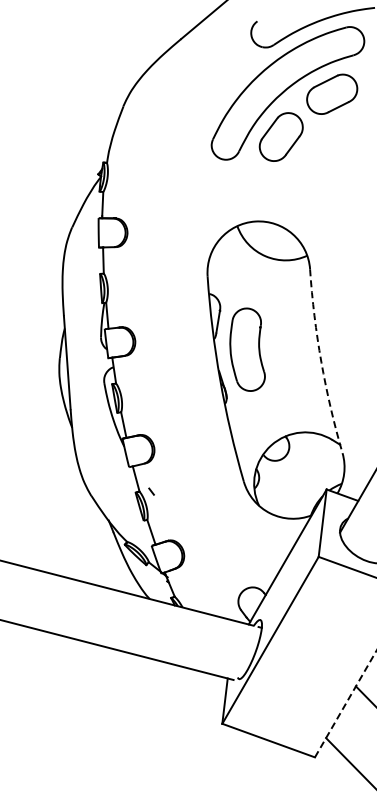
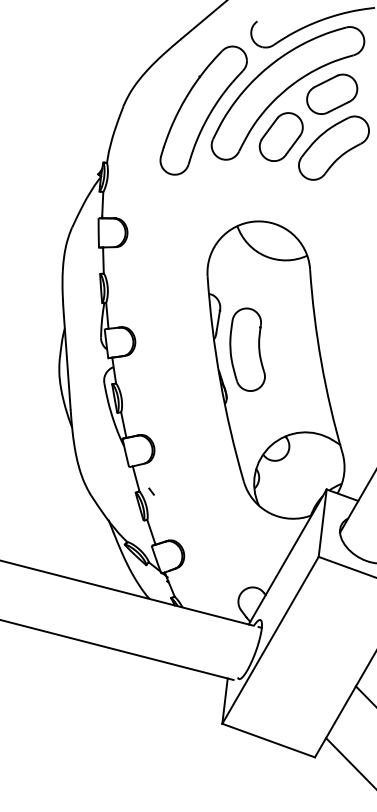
part at (203, 110): none -> present
part at (333, 147): none -> present
arc at (321, 362): dashed -> solid
line at (345, 703): dashed -> solid
